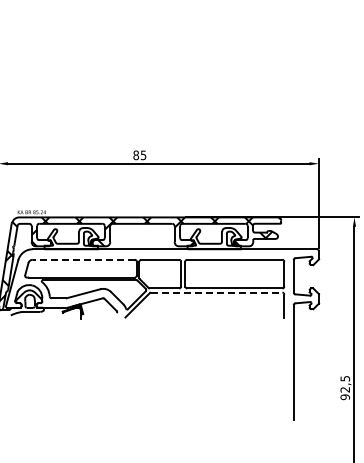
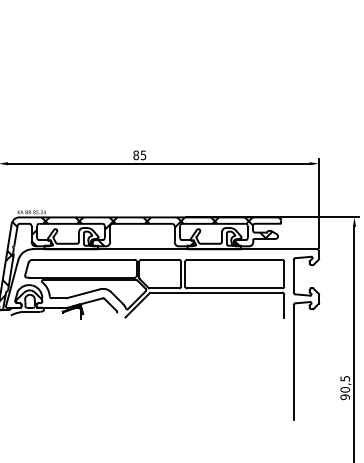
line at (83, 259): dashed -> solid
line at (216, 292): dashed -> solid
text at (345, 389): 92,5 -> 90,5
